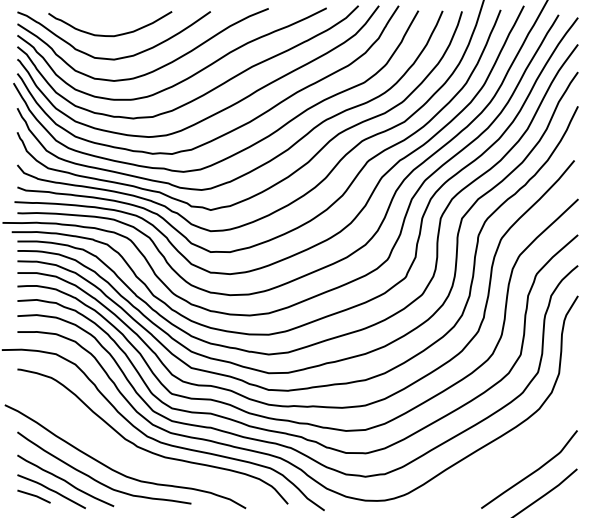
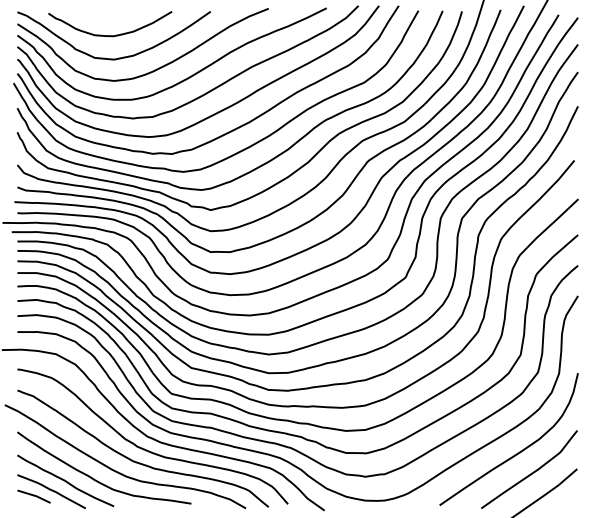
curve at (517, 452): none -> present
curve at (137, 461): none -> present
